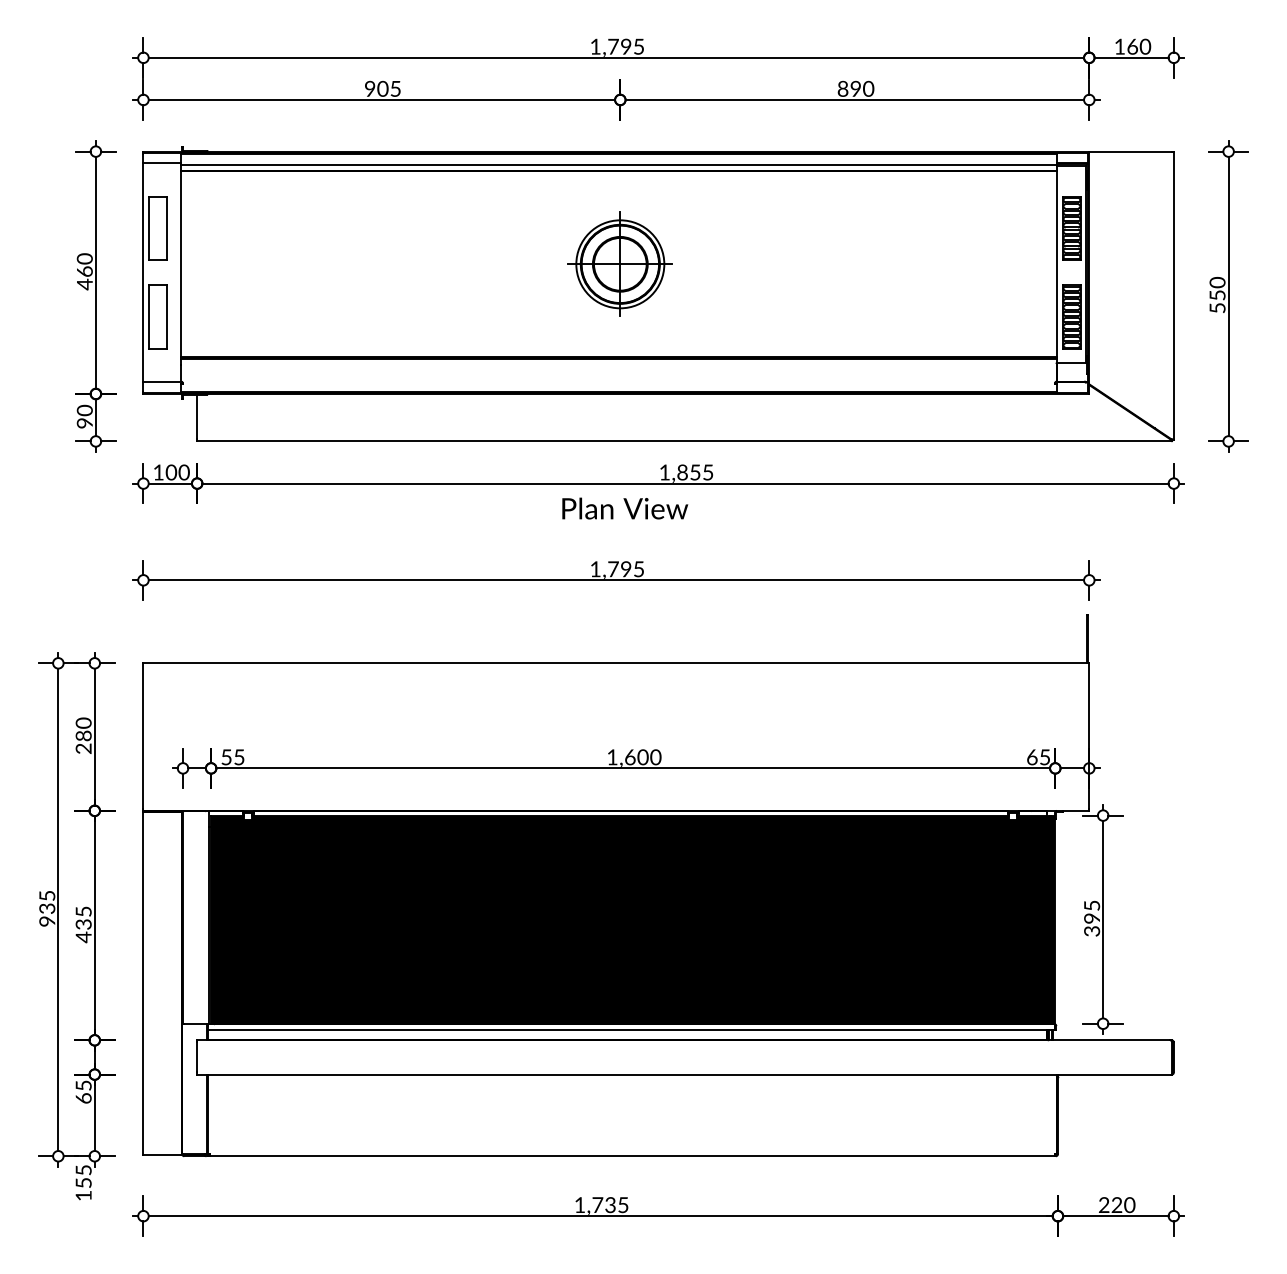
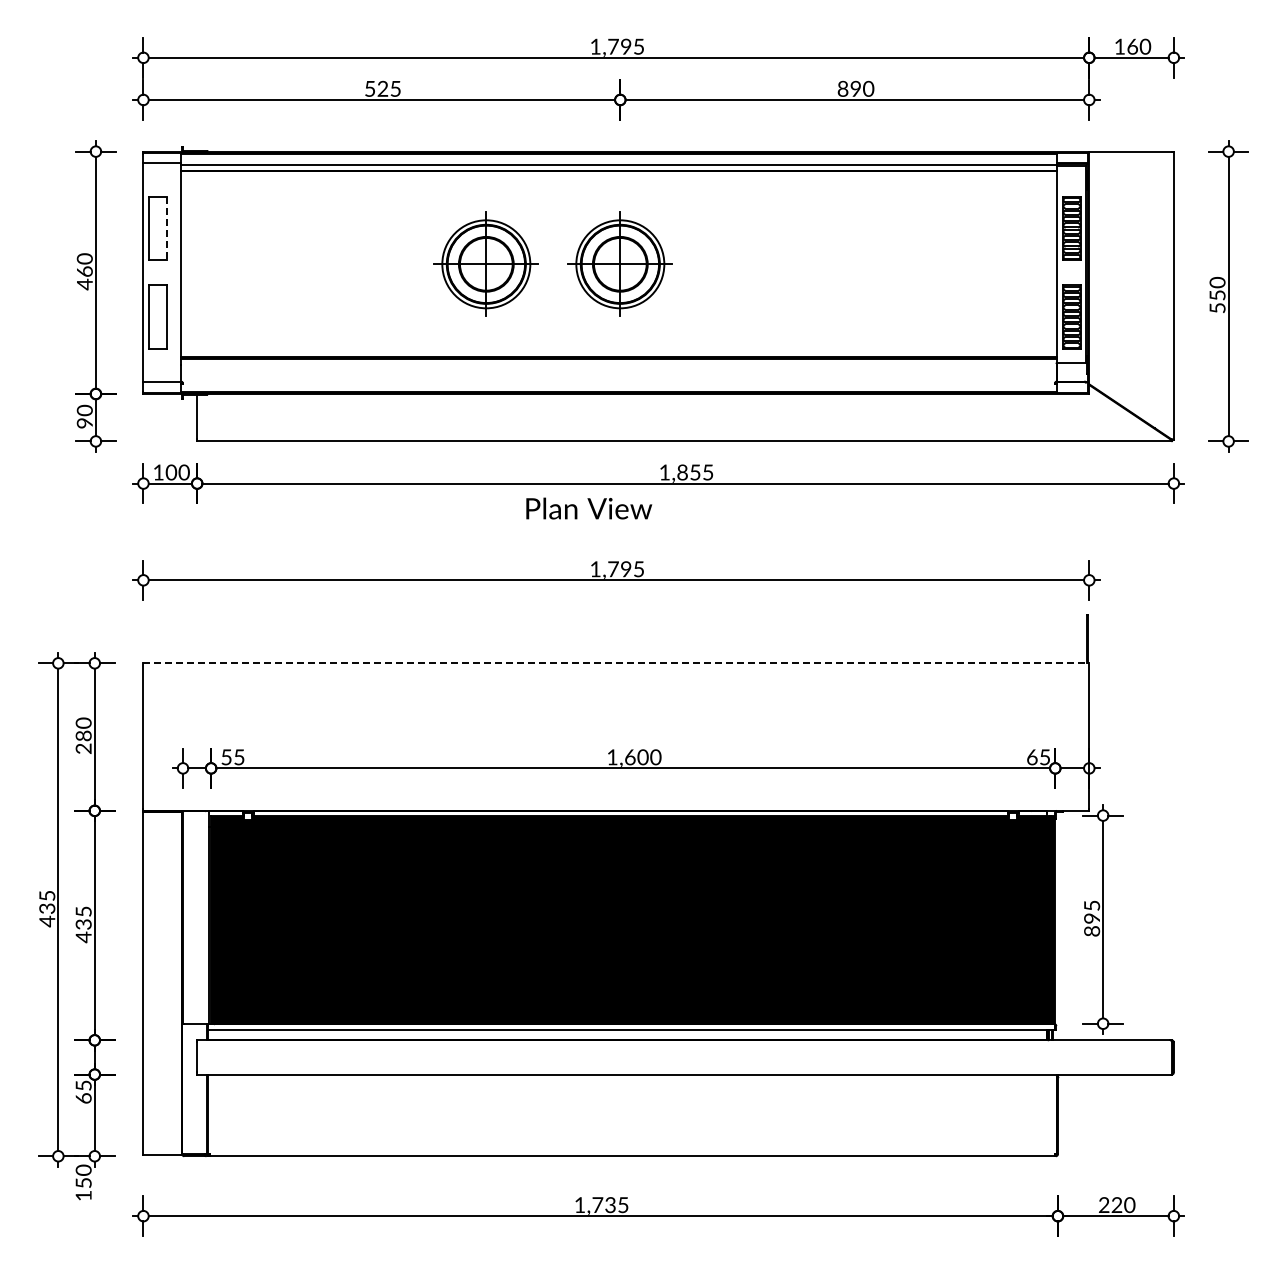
text at (376, 88): 905 -> 525
line at (166, 228): solid -> dashed
part at (485, 263): none -> present
text at (625, 508) position: (625, 508) -> (589, 508)
line at (616, 663): solid -> dashed
text at (47, 921): 935 -> 435
text at (1092, 931): 395 -> 895
text at (83, 1169): 155 -> 150
